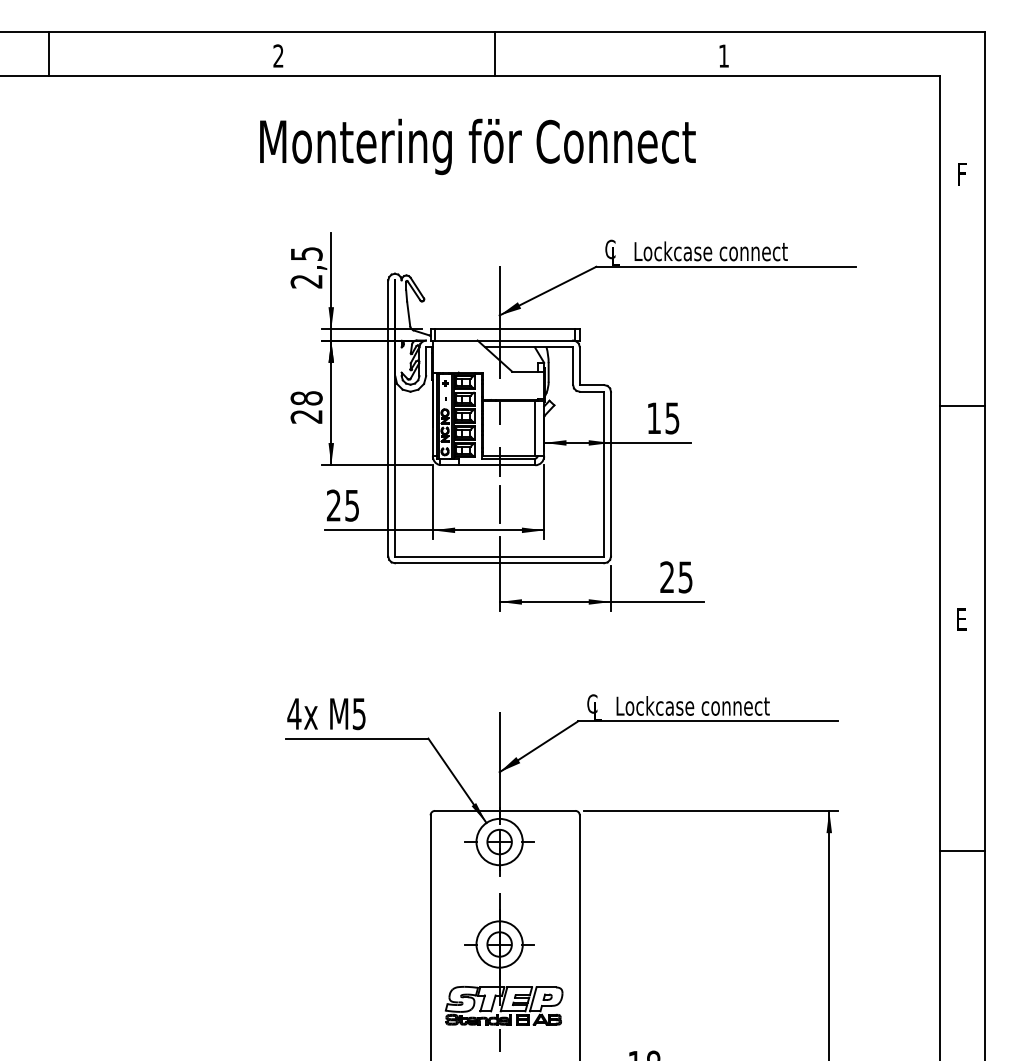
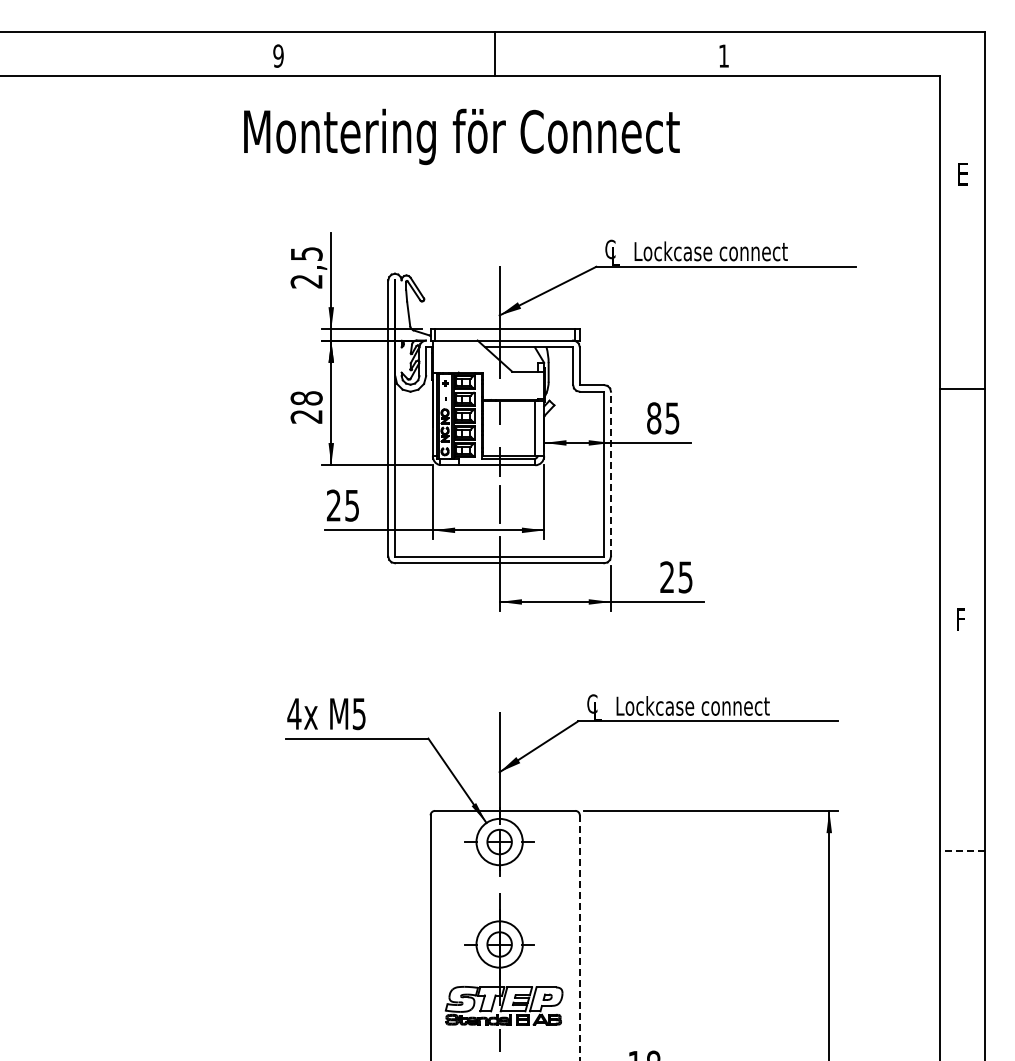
line at (49, 53): present -> none
text at (278, 55): 2 -> 9
text at (477, 146) position: (477, 146) -> (461, 136)
text at (963, 174): F -> E
line at (962, 405) position: (962, 405) -> (962, 388)
text at (654, 418): 15 -> 85
line at (611, 473): solid -> dashed
text at (962, 619): E -> F
line at (961, 851): solid -> dashed
line at (579, 938): solid -> dashed
